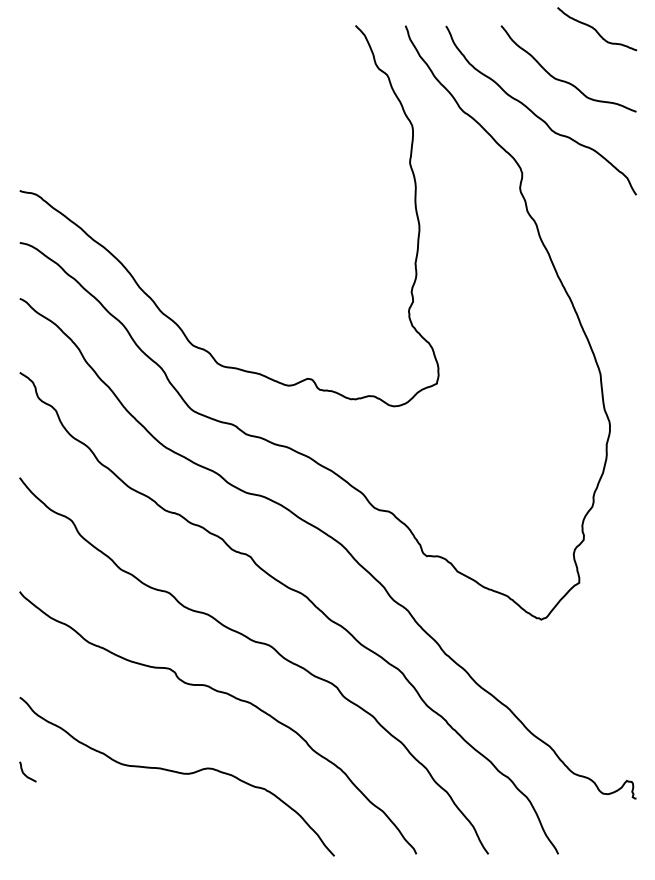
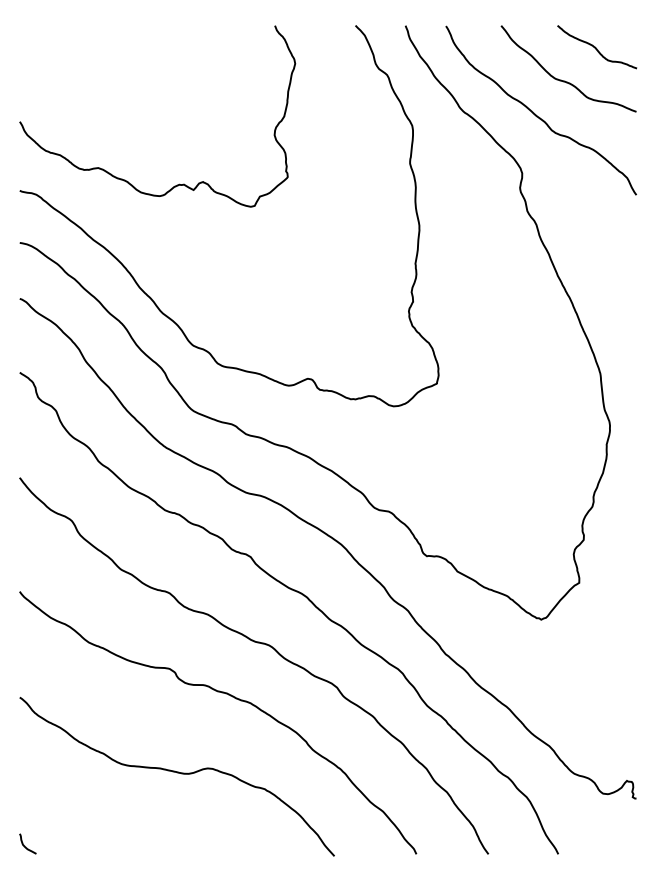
curve at (596, 29) position: (596, 29) -> (596, 47)
curve at (179, 183): none -> present
curve at (24, 772) position: (24, 772) -> (24, 844)
